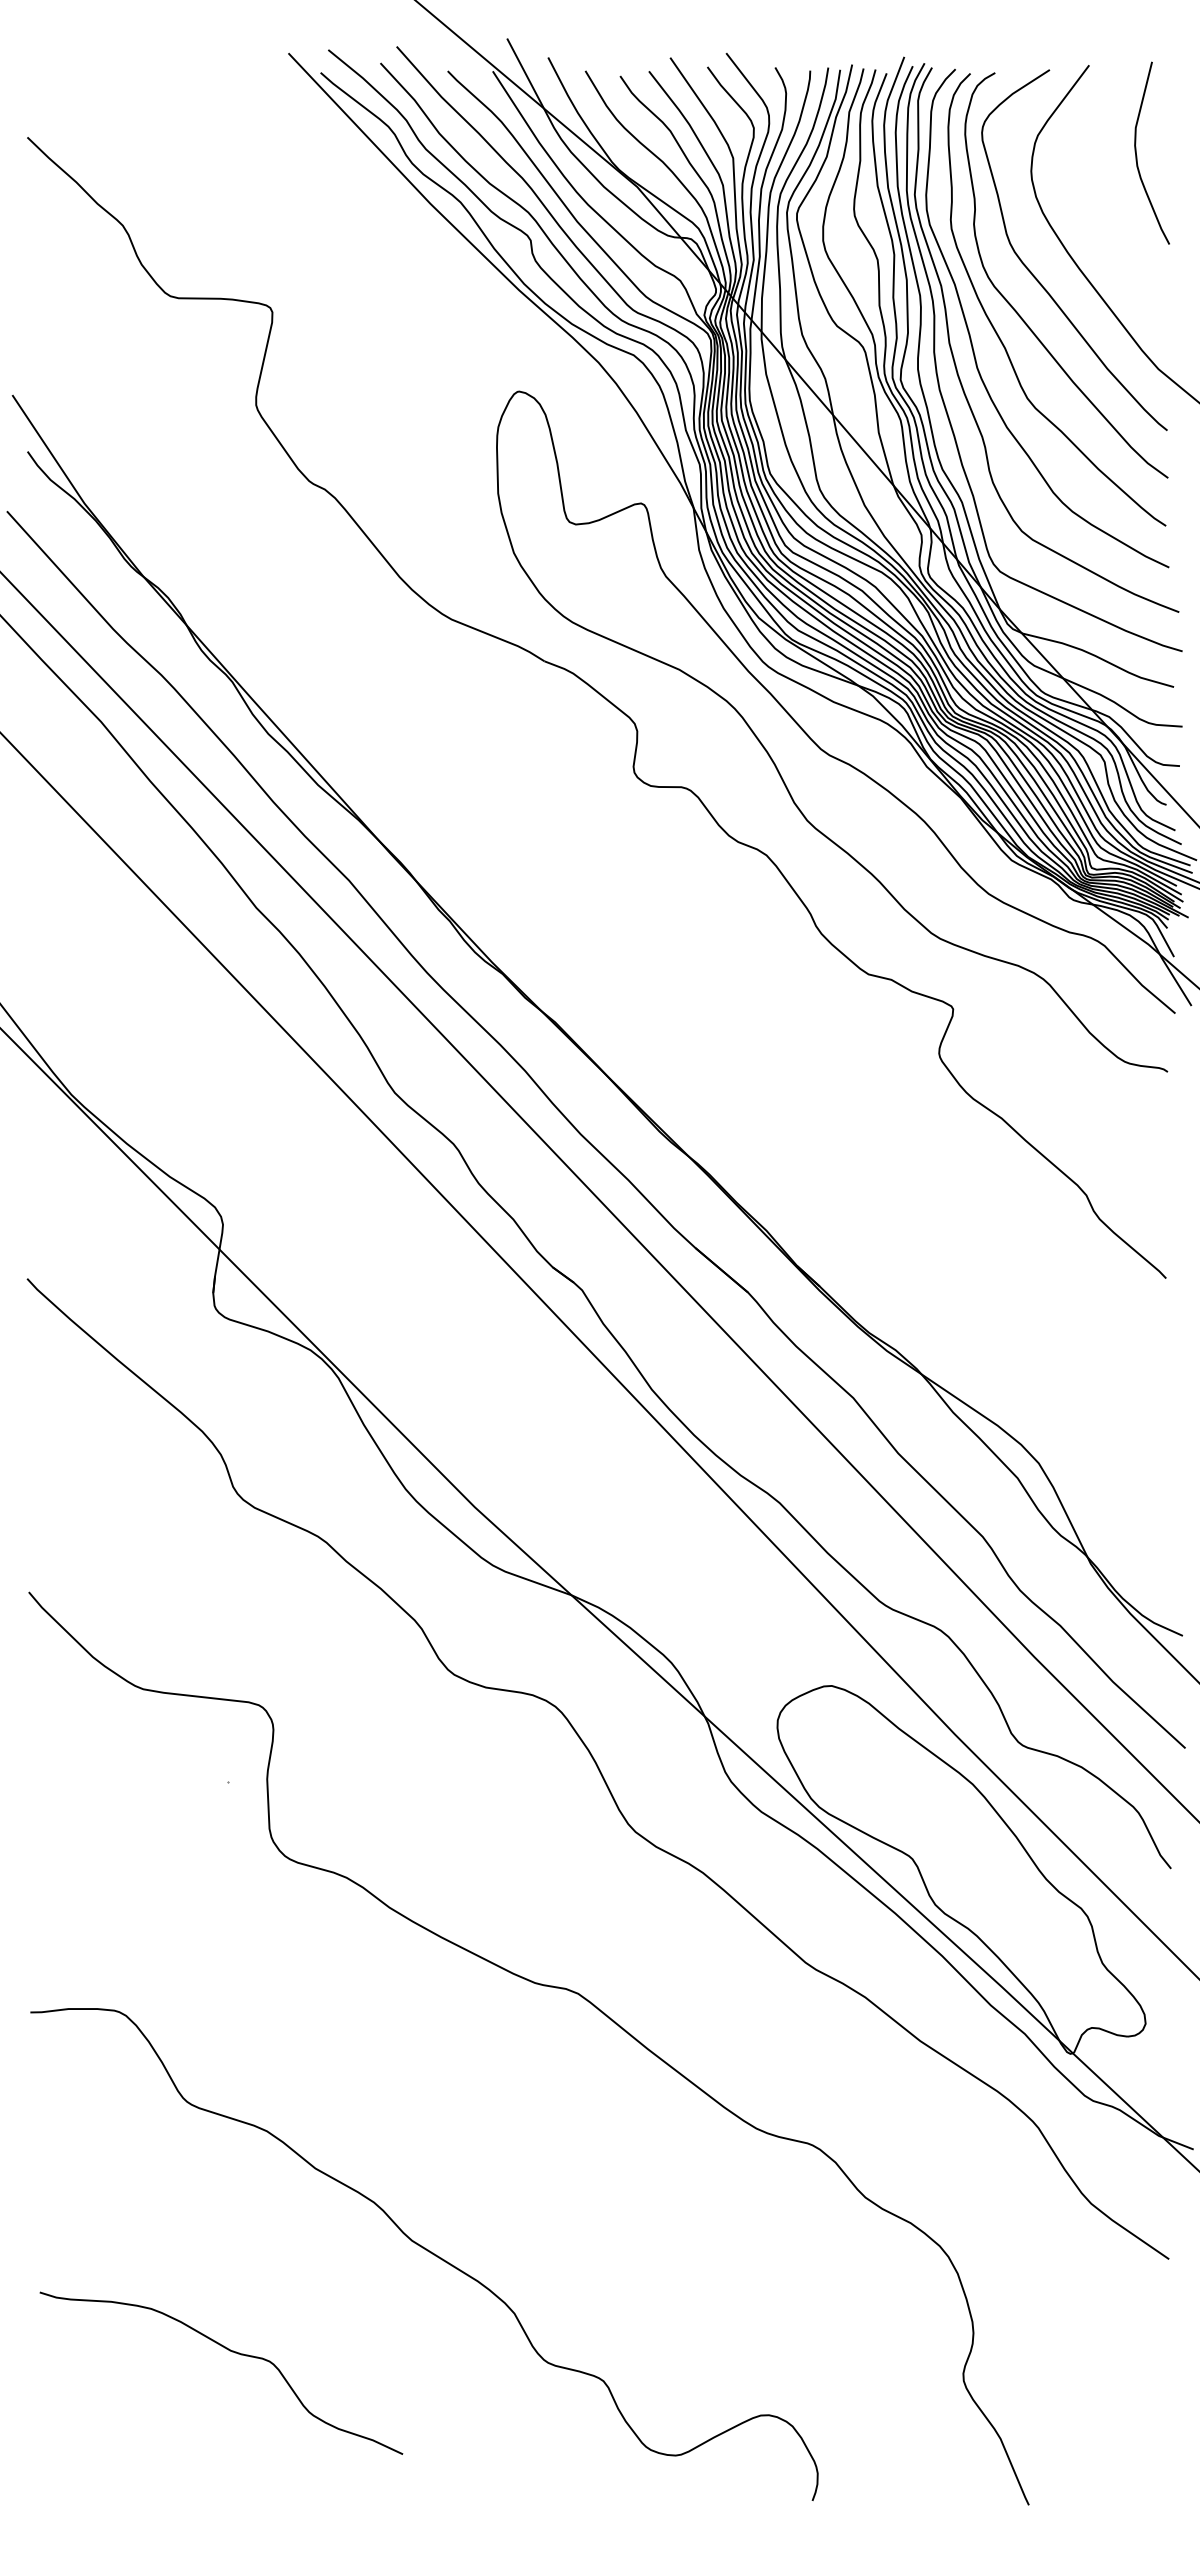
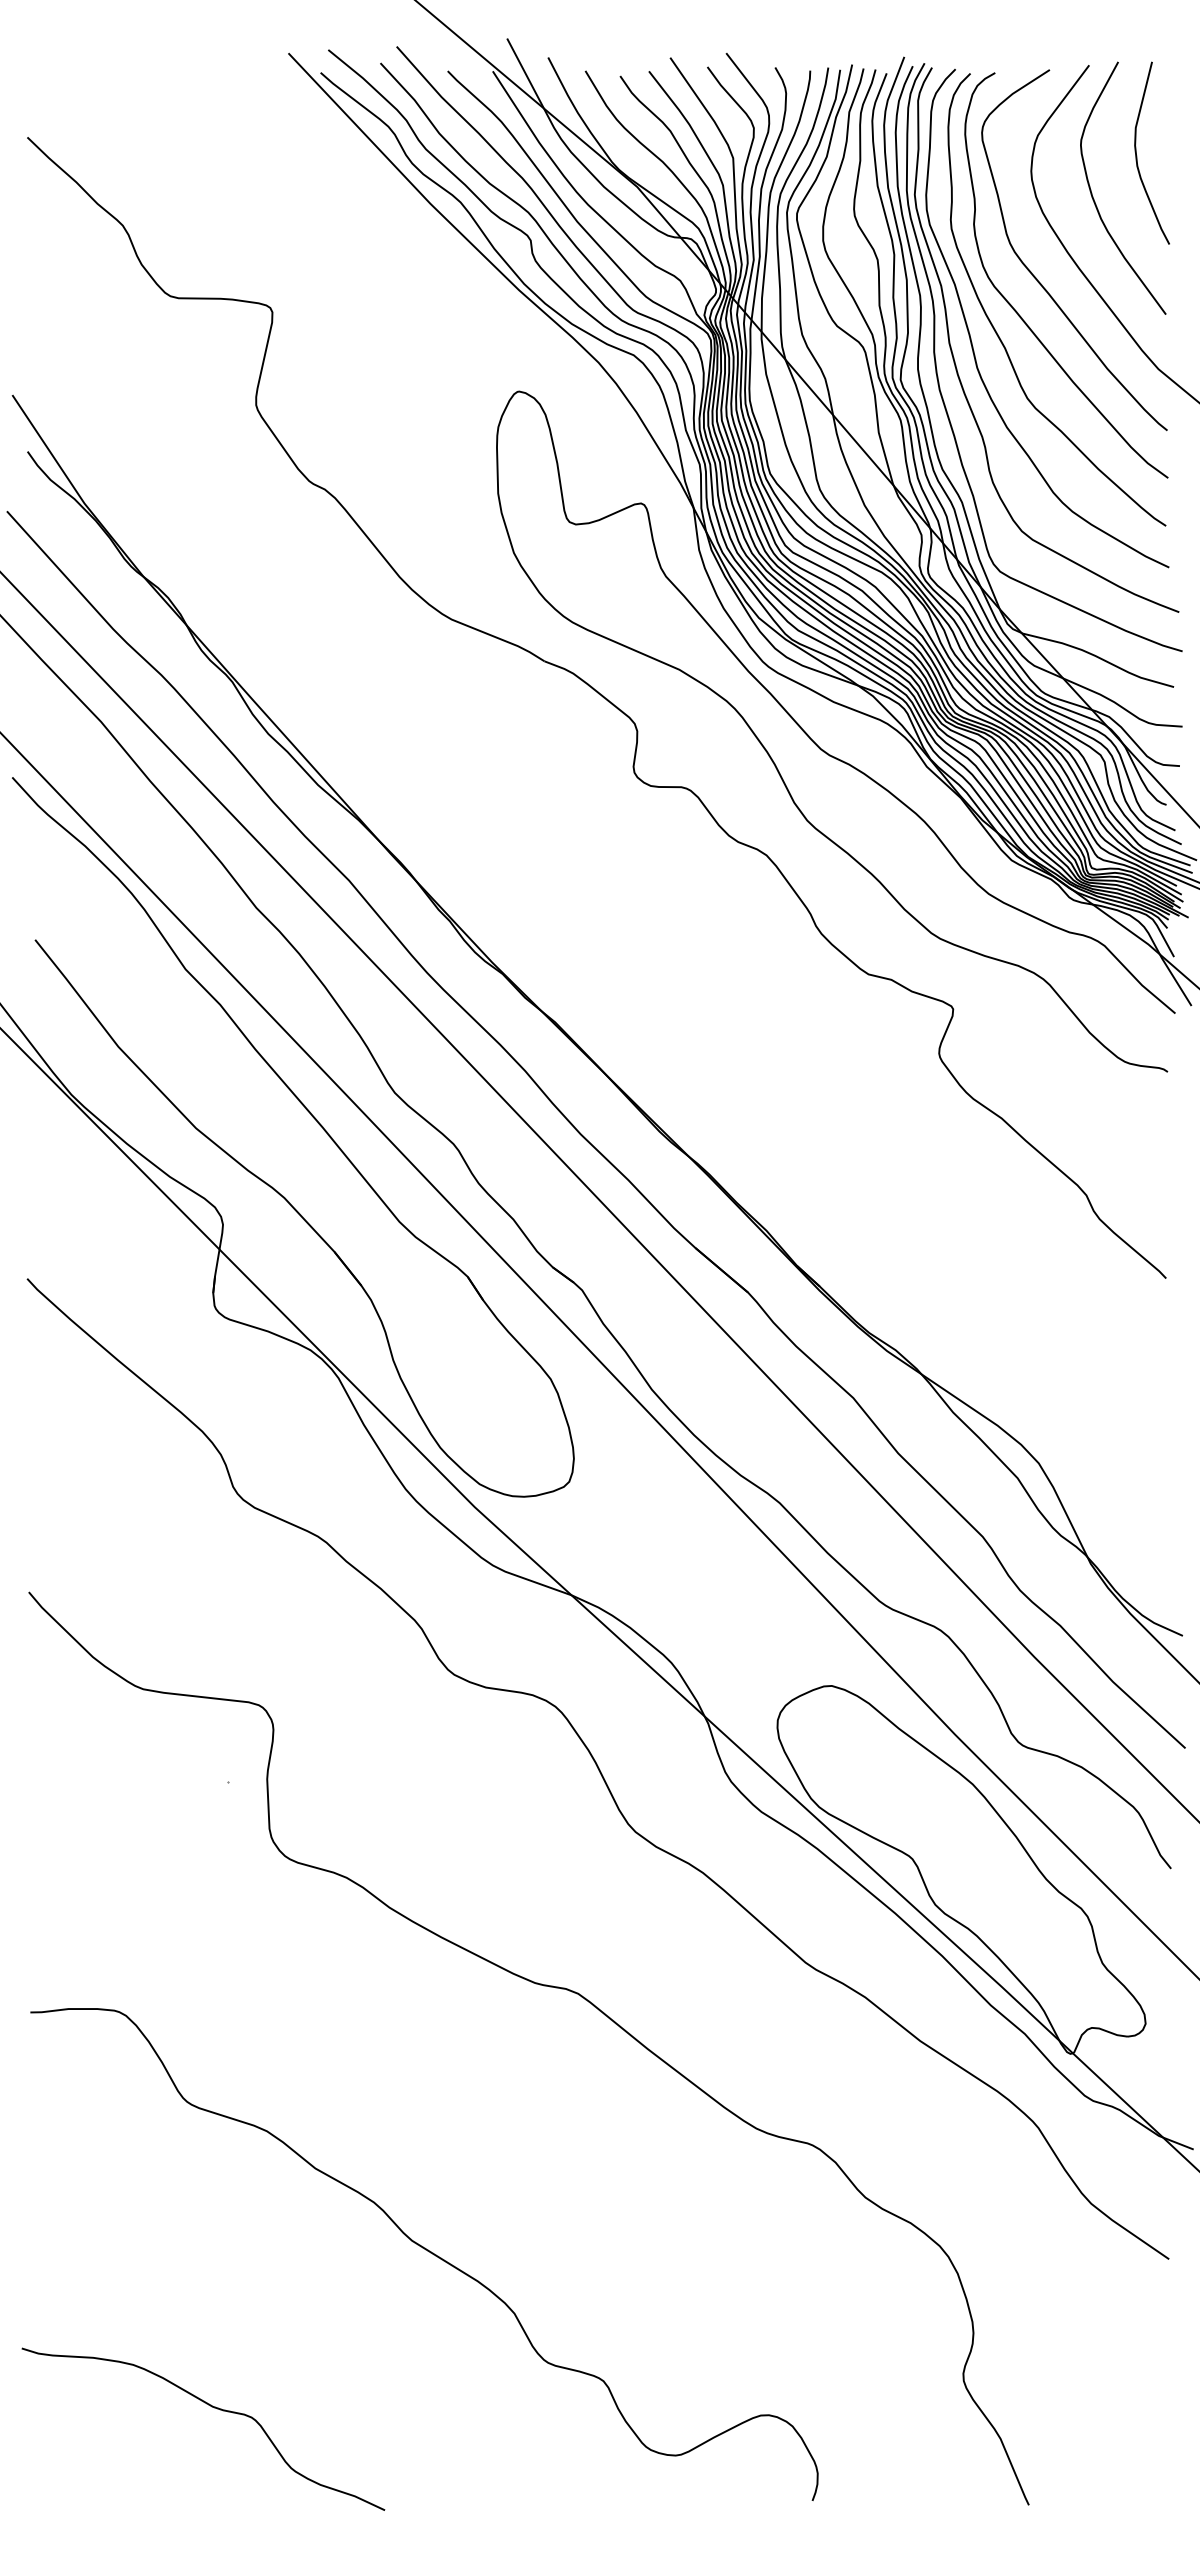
curve at (1095, 201): none -> present
part at (312, 1117): none -> present
curve at (229, 2351) position: (229, 2351) -> (211, 2407)
